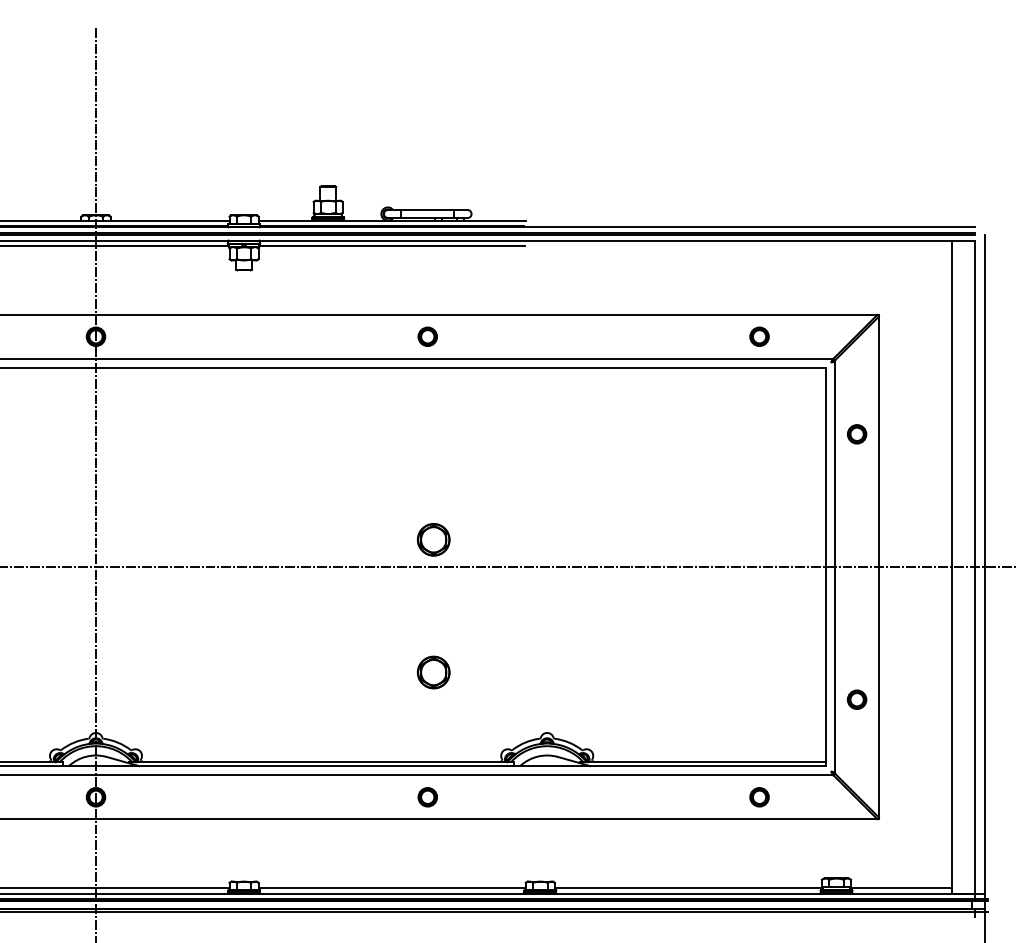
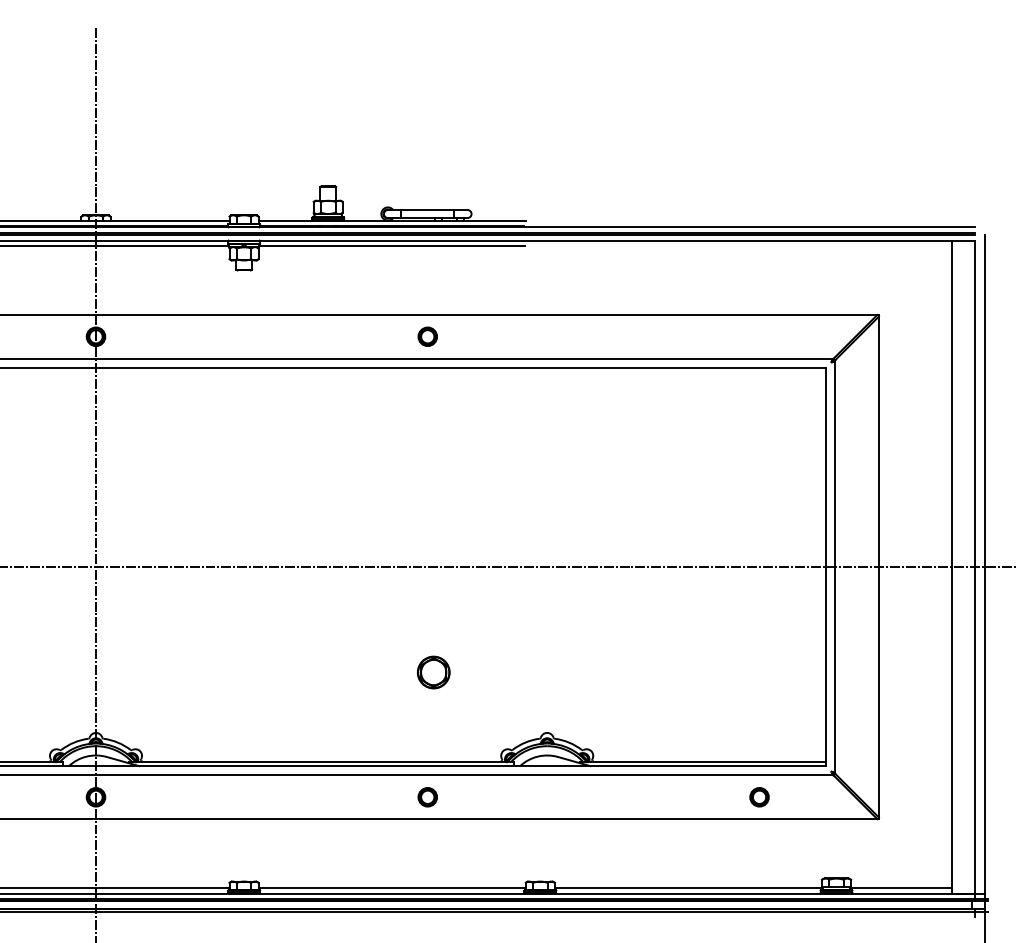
part at (759, 336): present -> none
part at (856, 434): present -> none
part at (433, 539): present -> none
part at (856, 699): present -> none
